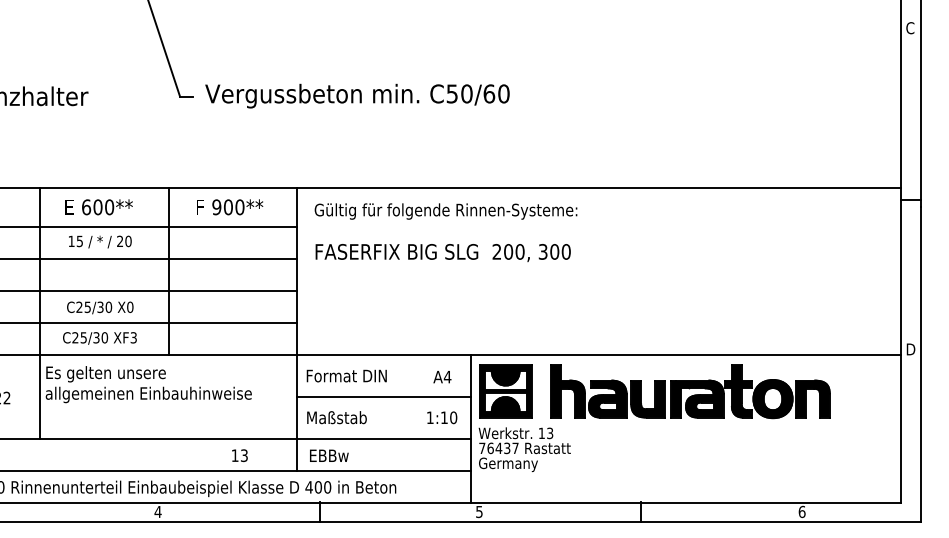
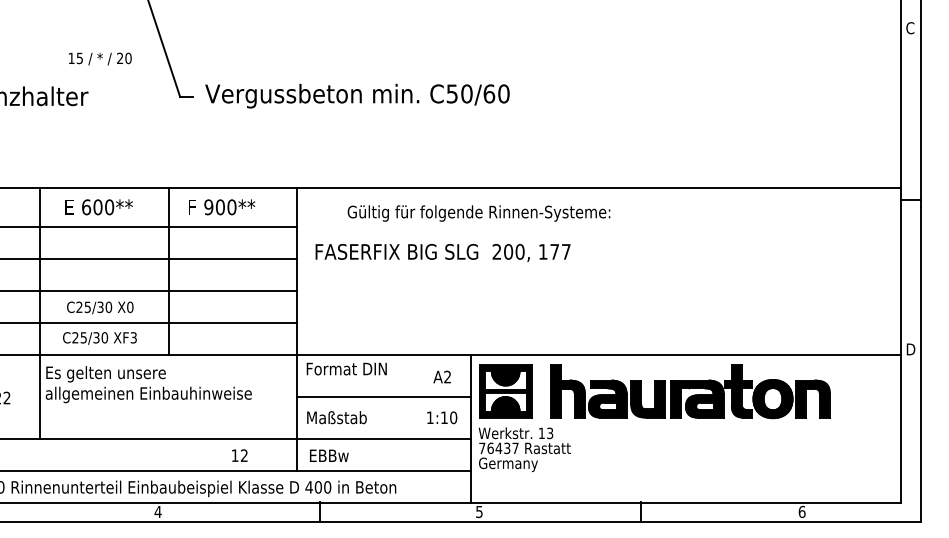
text at (230, 207) position: (230, 207) -> (222, 207)
text at (445, 211) position: (445, 211) -> (478, 213)
text at (100, 241) position: (100, 241) -> (100, 58)
text at (554, 251): 300 -> 177
text at (346, 375) position: (346, 375) -> (346, 368)
text at (447, 376): A4 -> A2
text at (244, 456): 13 -> 12
